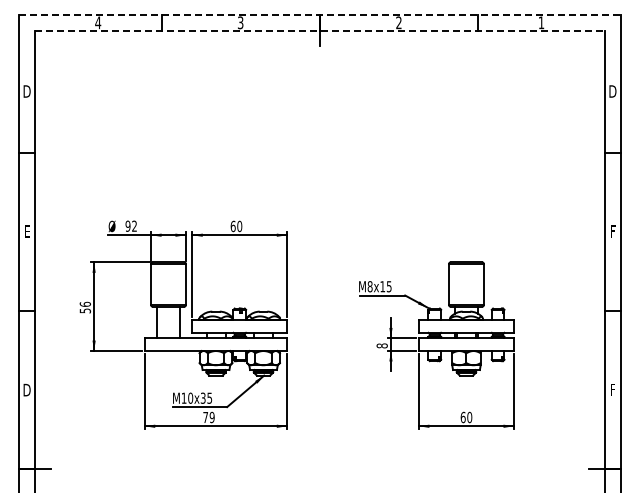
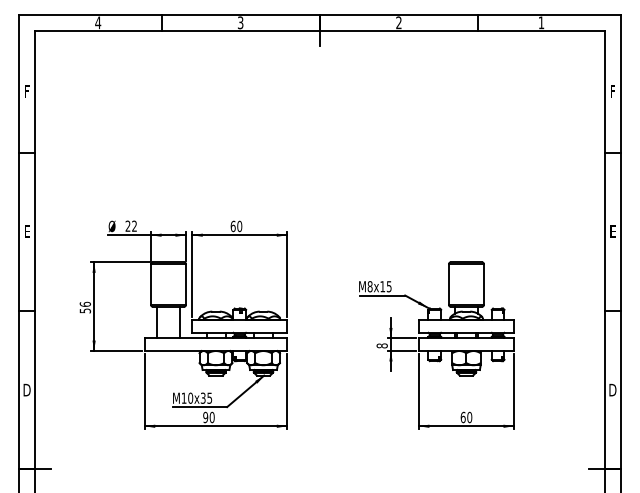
line at (320, 14): dashed -> solid
line at (320, 30): dashed -> solid
text at (26, 91): D -> F
text at (612, 91): D -> F
text at (127, 225): 92 -> 22
text at (612, 231): F -> E
text at (612, 389): F -> D
text at (208, 417): 79 -> 90
